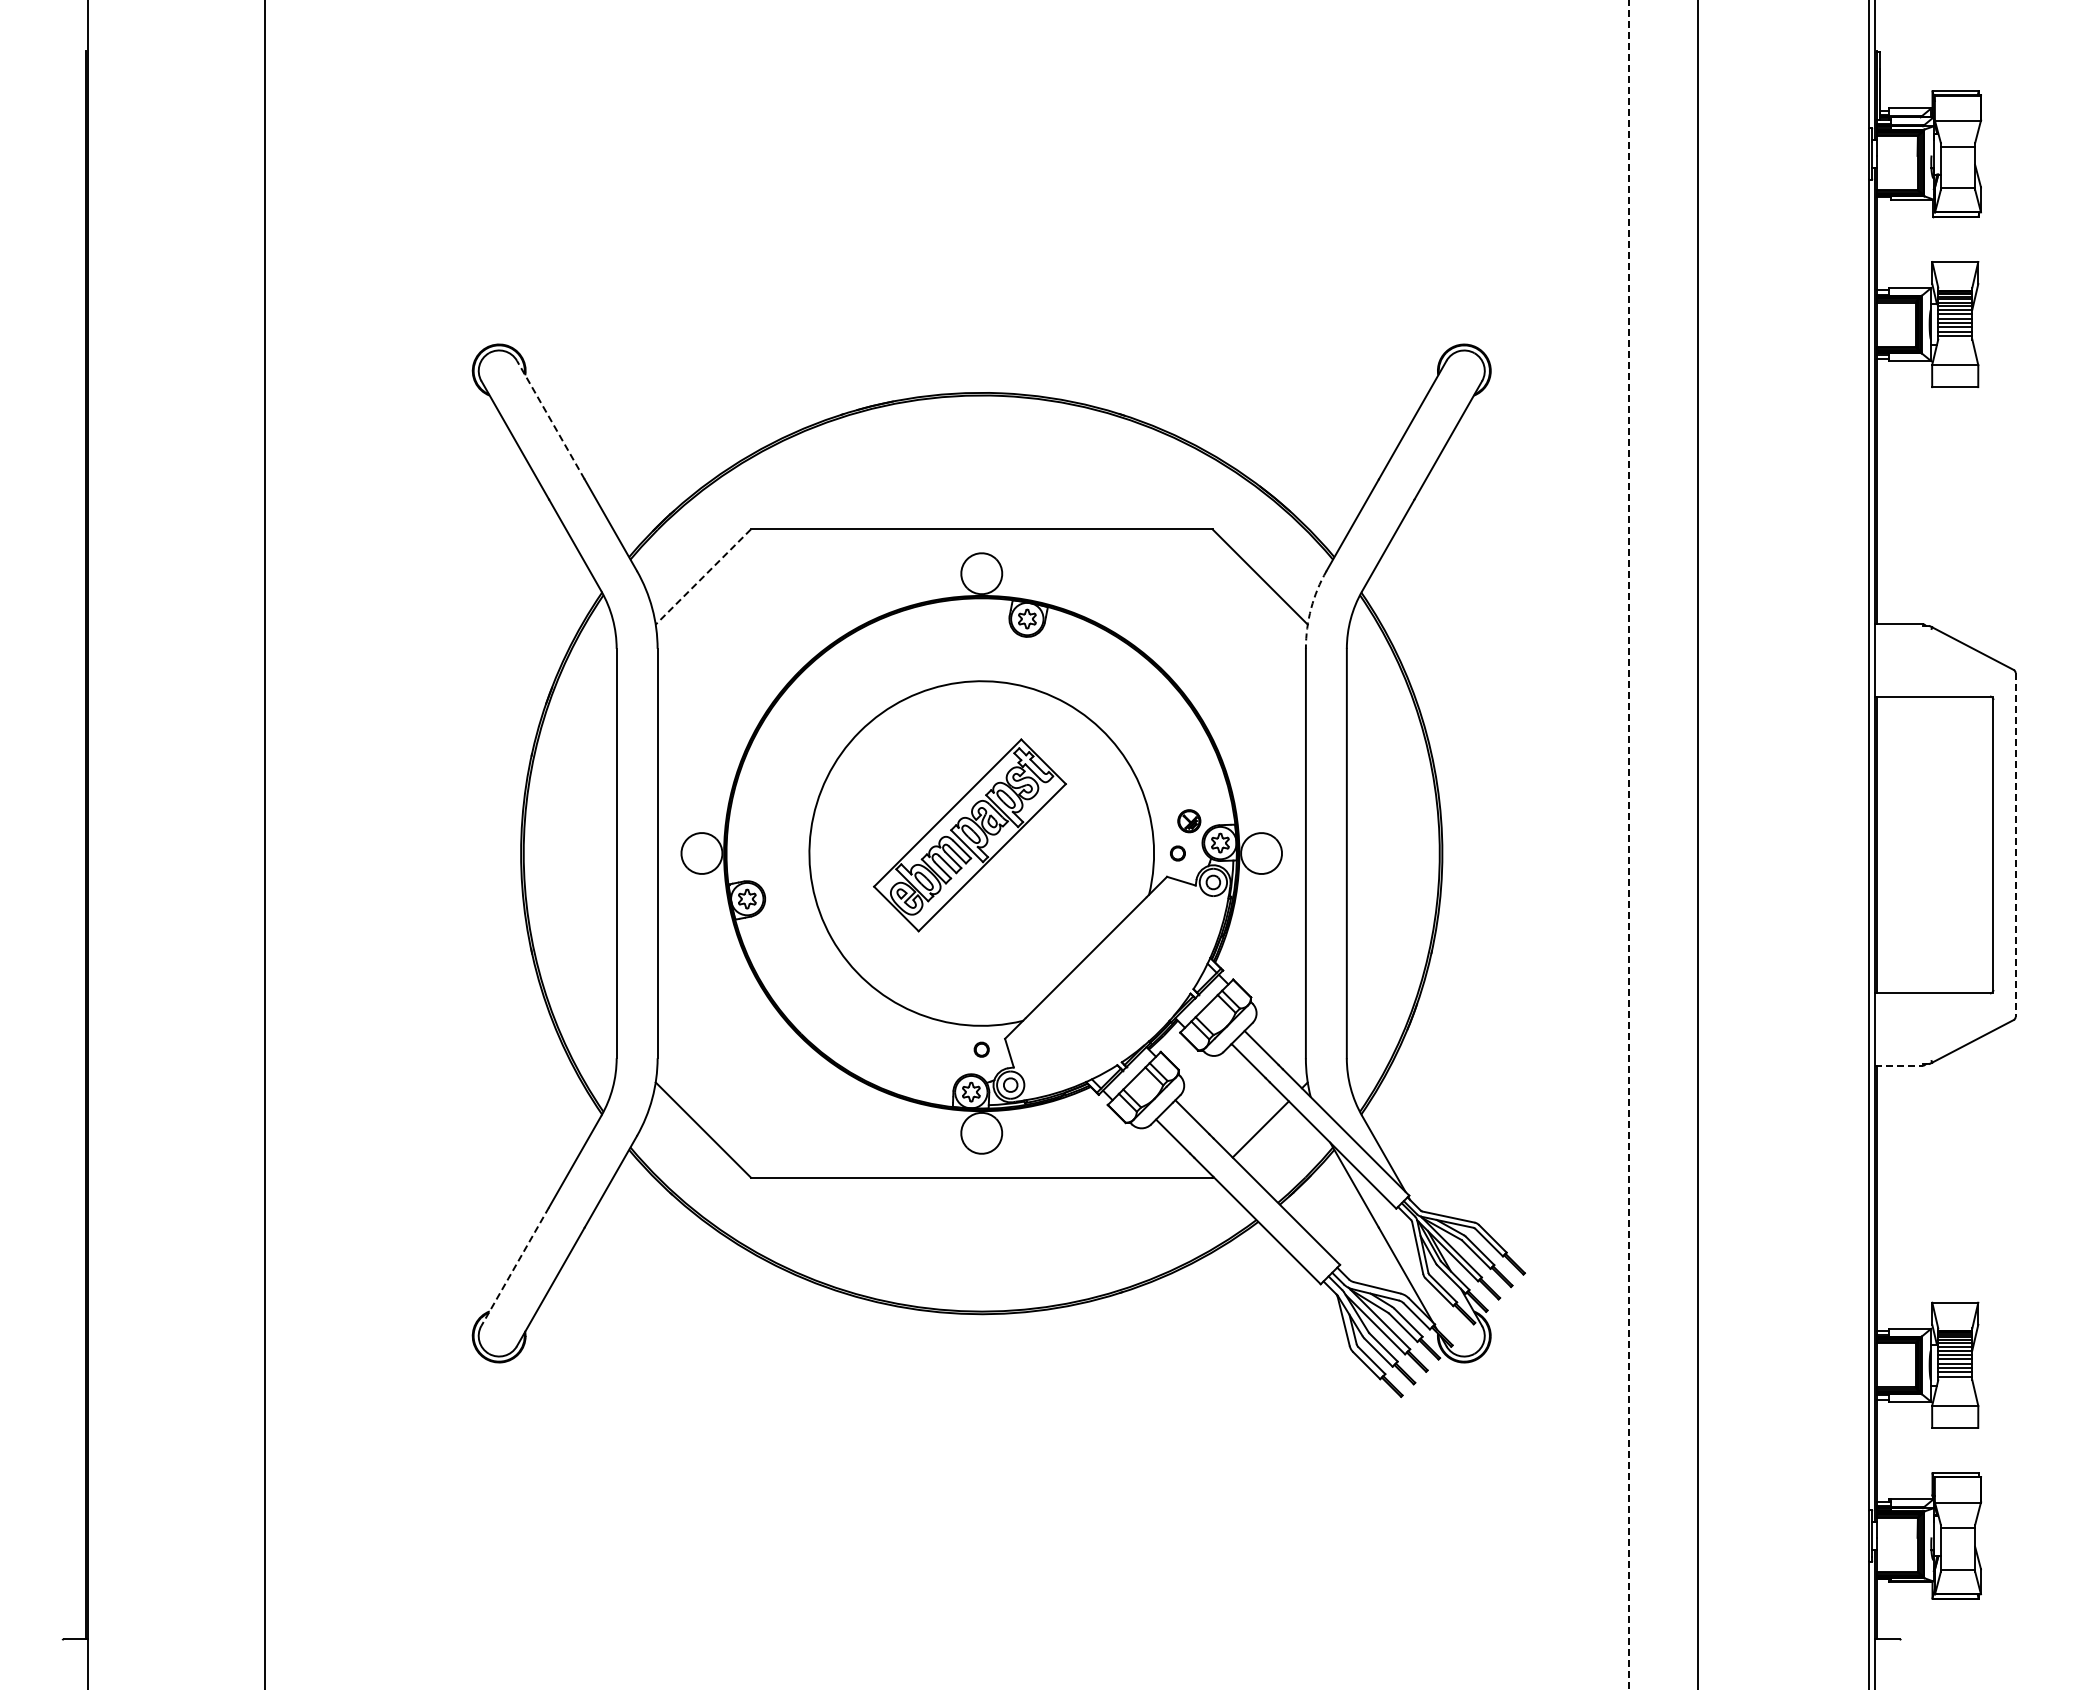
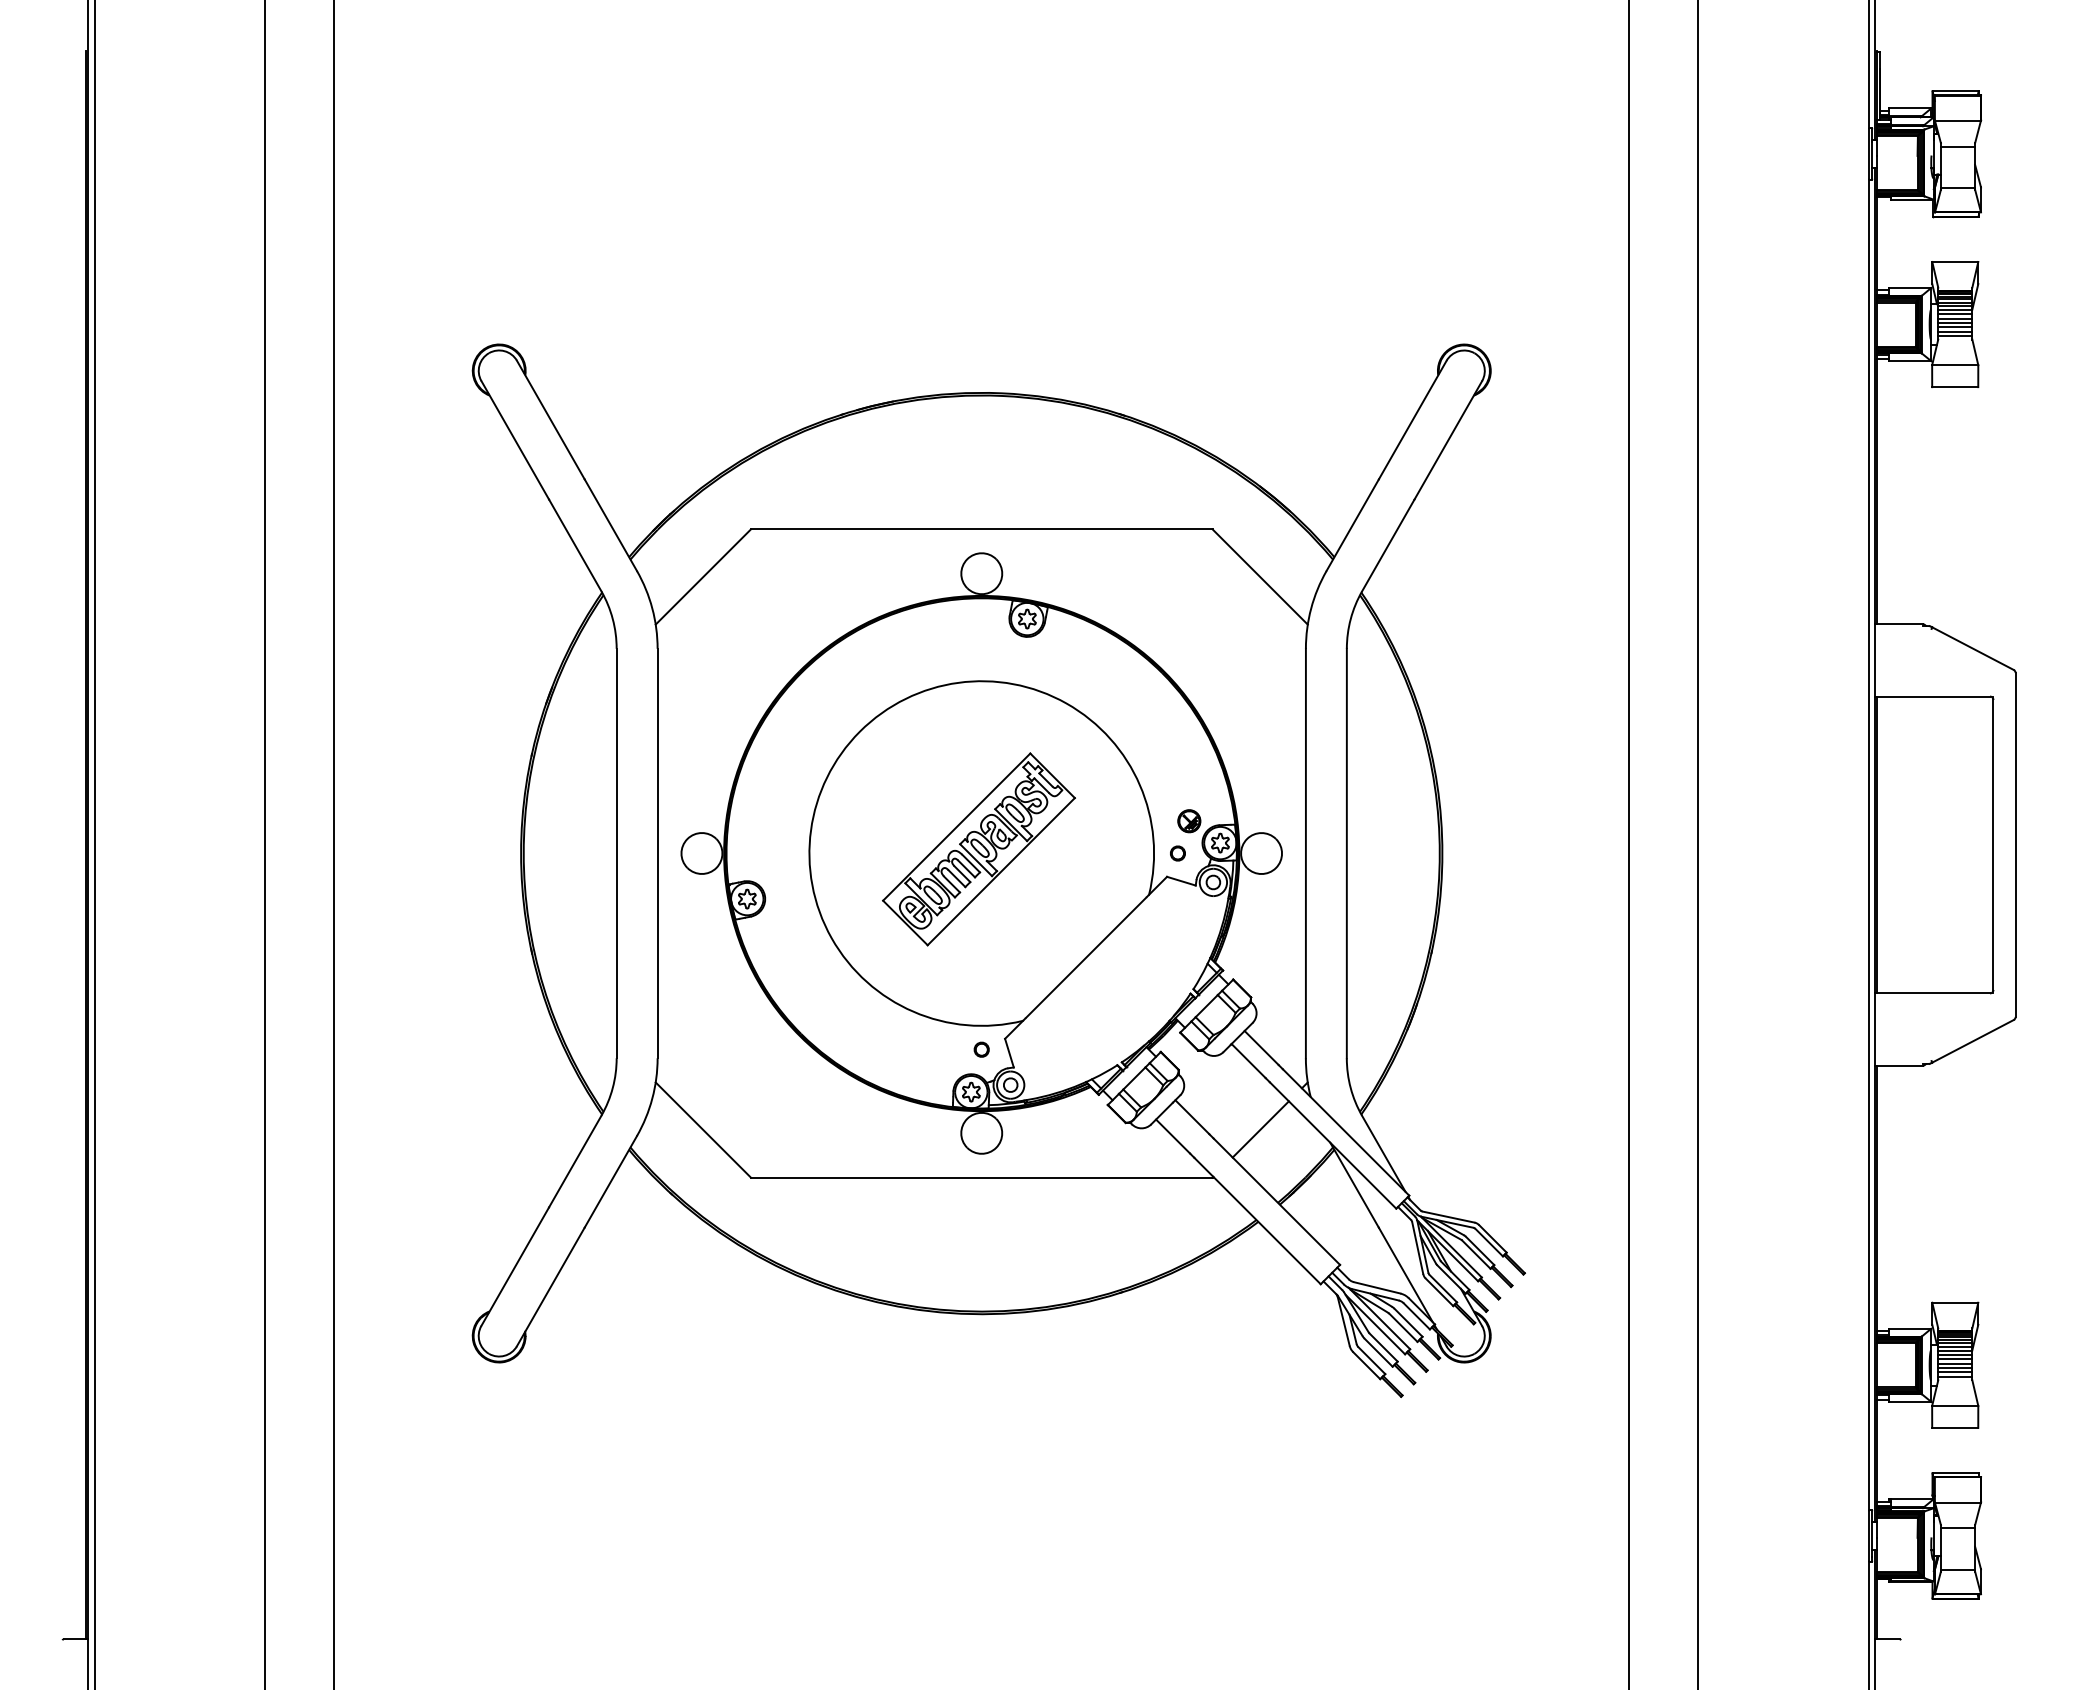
line at (550, 419): dashed -> solid
line at (703, 577): dashed -> solid
arc at (1311, 608): dashed -> solid
part at (969, 835) position: (969, 835) -> (978, 849)
line at (94, 844): none -> present
line at (334, 844): none -> present
line at (1629, 844): dashed -> solid
line at (2015, 845): dashed -> solid
line at (1898, 1065): dashed -> solid
line at (515, 1267): dashed -> solid
